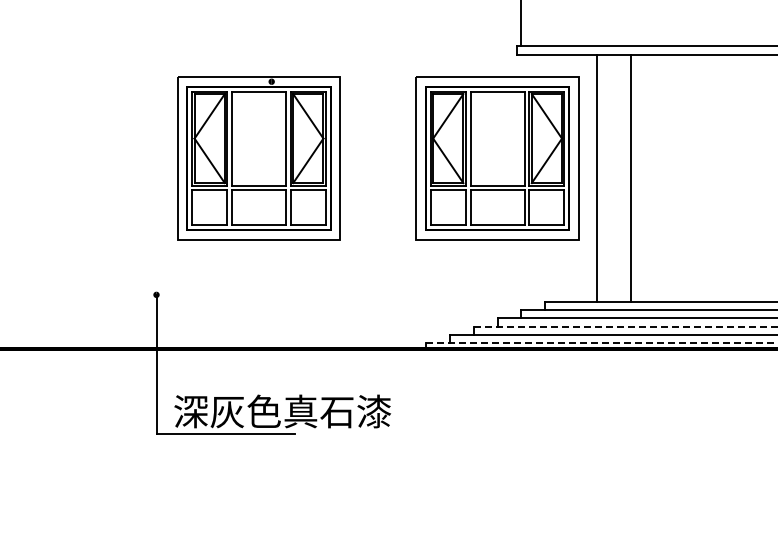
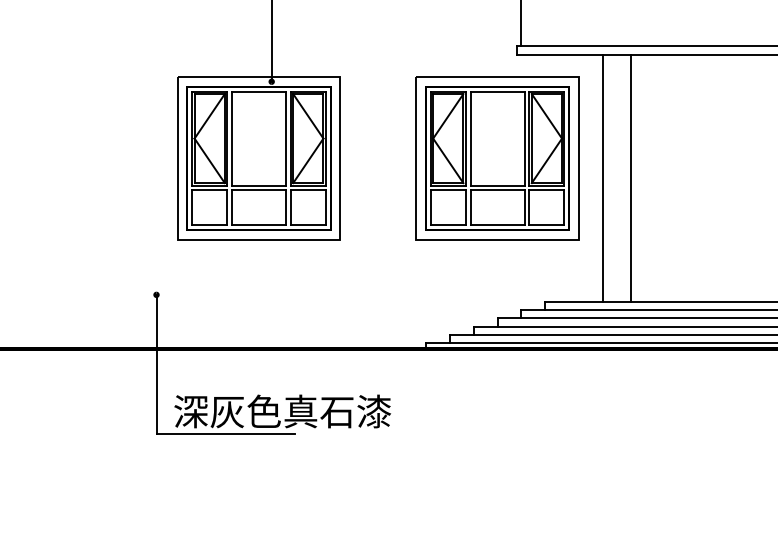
line at (271, 41): none -> present
line at (596, 178) position: (596, 178) -> (602, 178)
line at (625, 326): dashed -> solid
line at (601, 343): dashed -> solid
